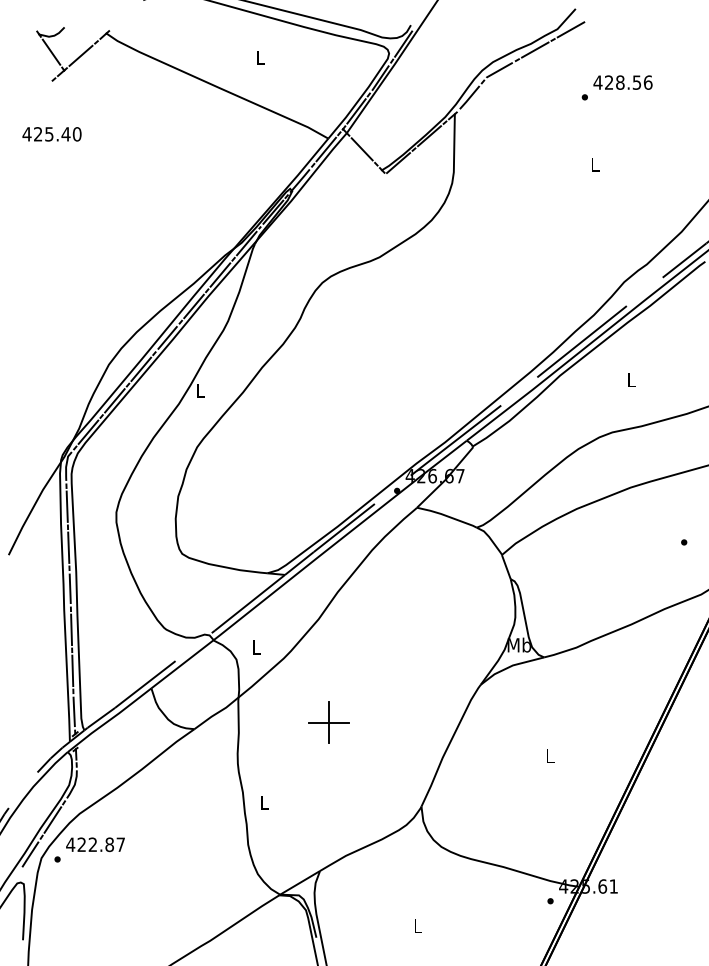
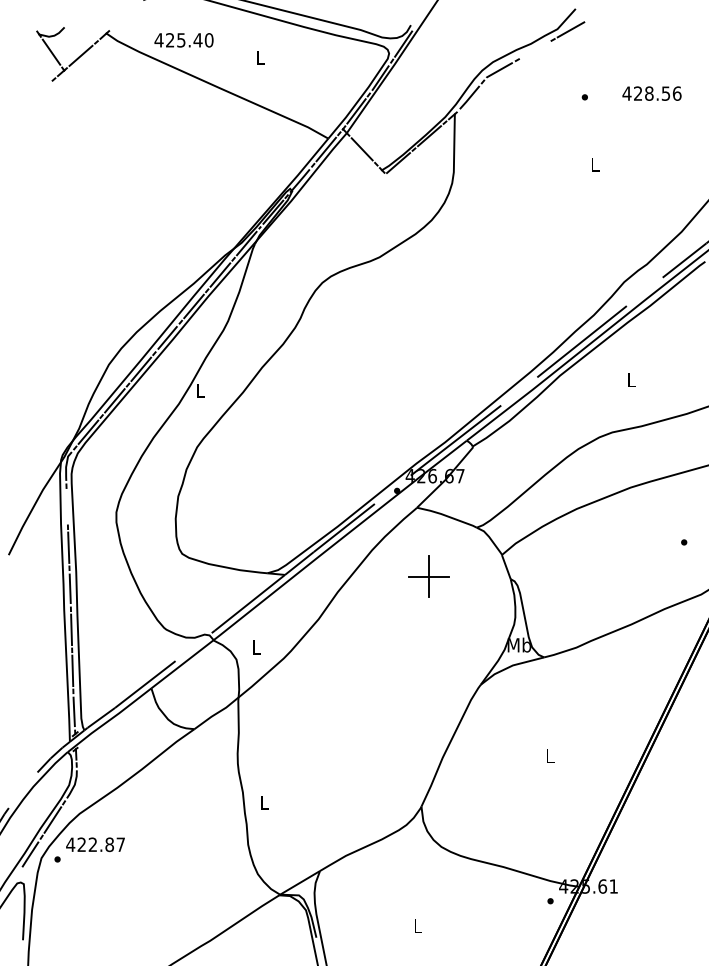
line at (535, 49): present -> none
text at (622, 82) position: (622, 82) -> (651, 93)
text at (51, 134) position: (51, 134) -> (183, 40)
line at (66, 506): present -> none
part at (328, 722) position: (328, 722) -> (428, 576)
